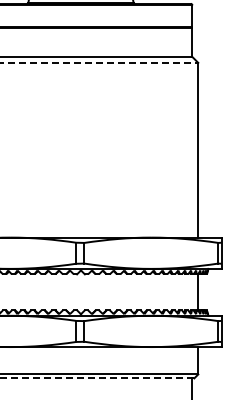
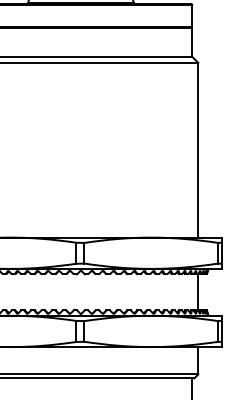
line at (99, 62): dashed -> solid
line at (97, 378): dashed -> solid
